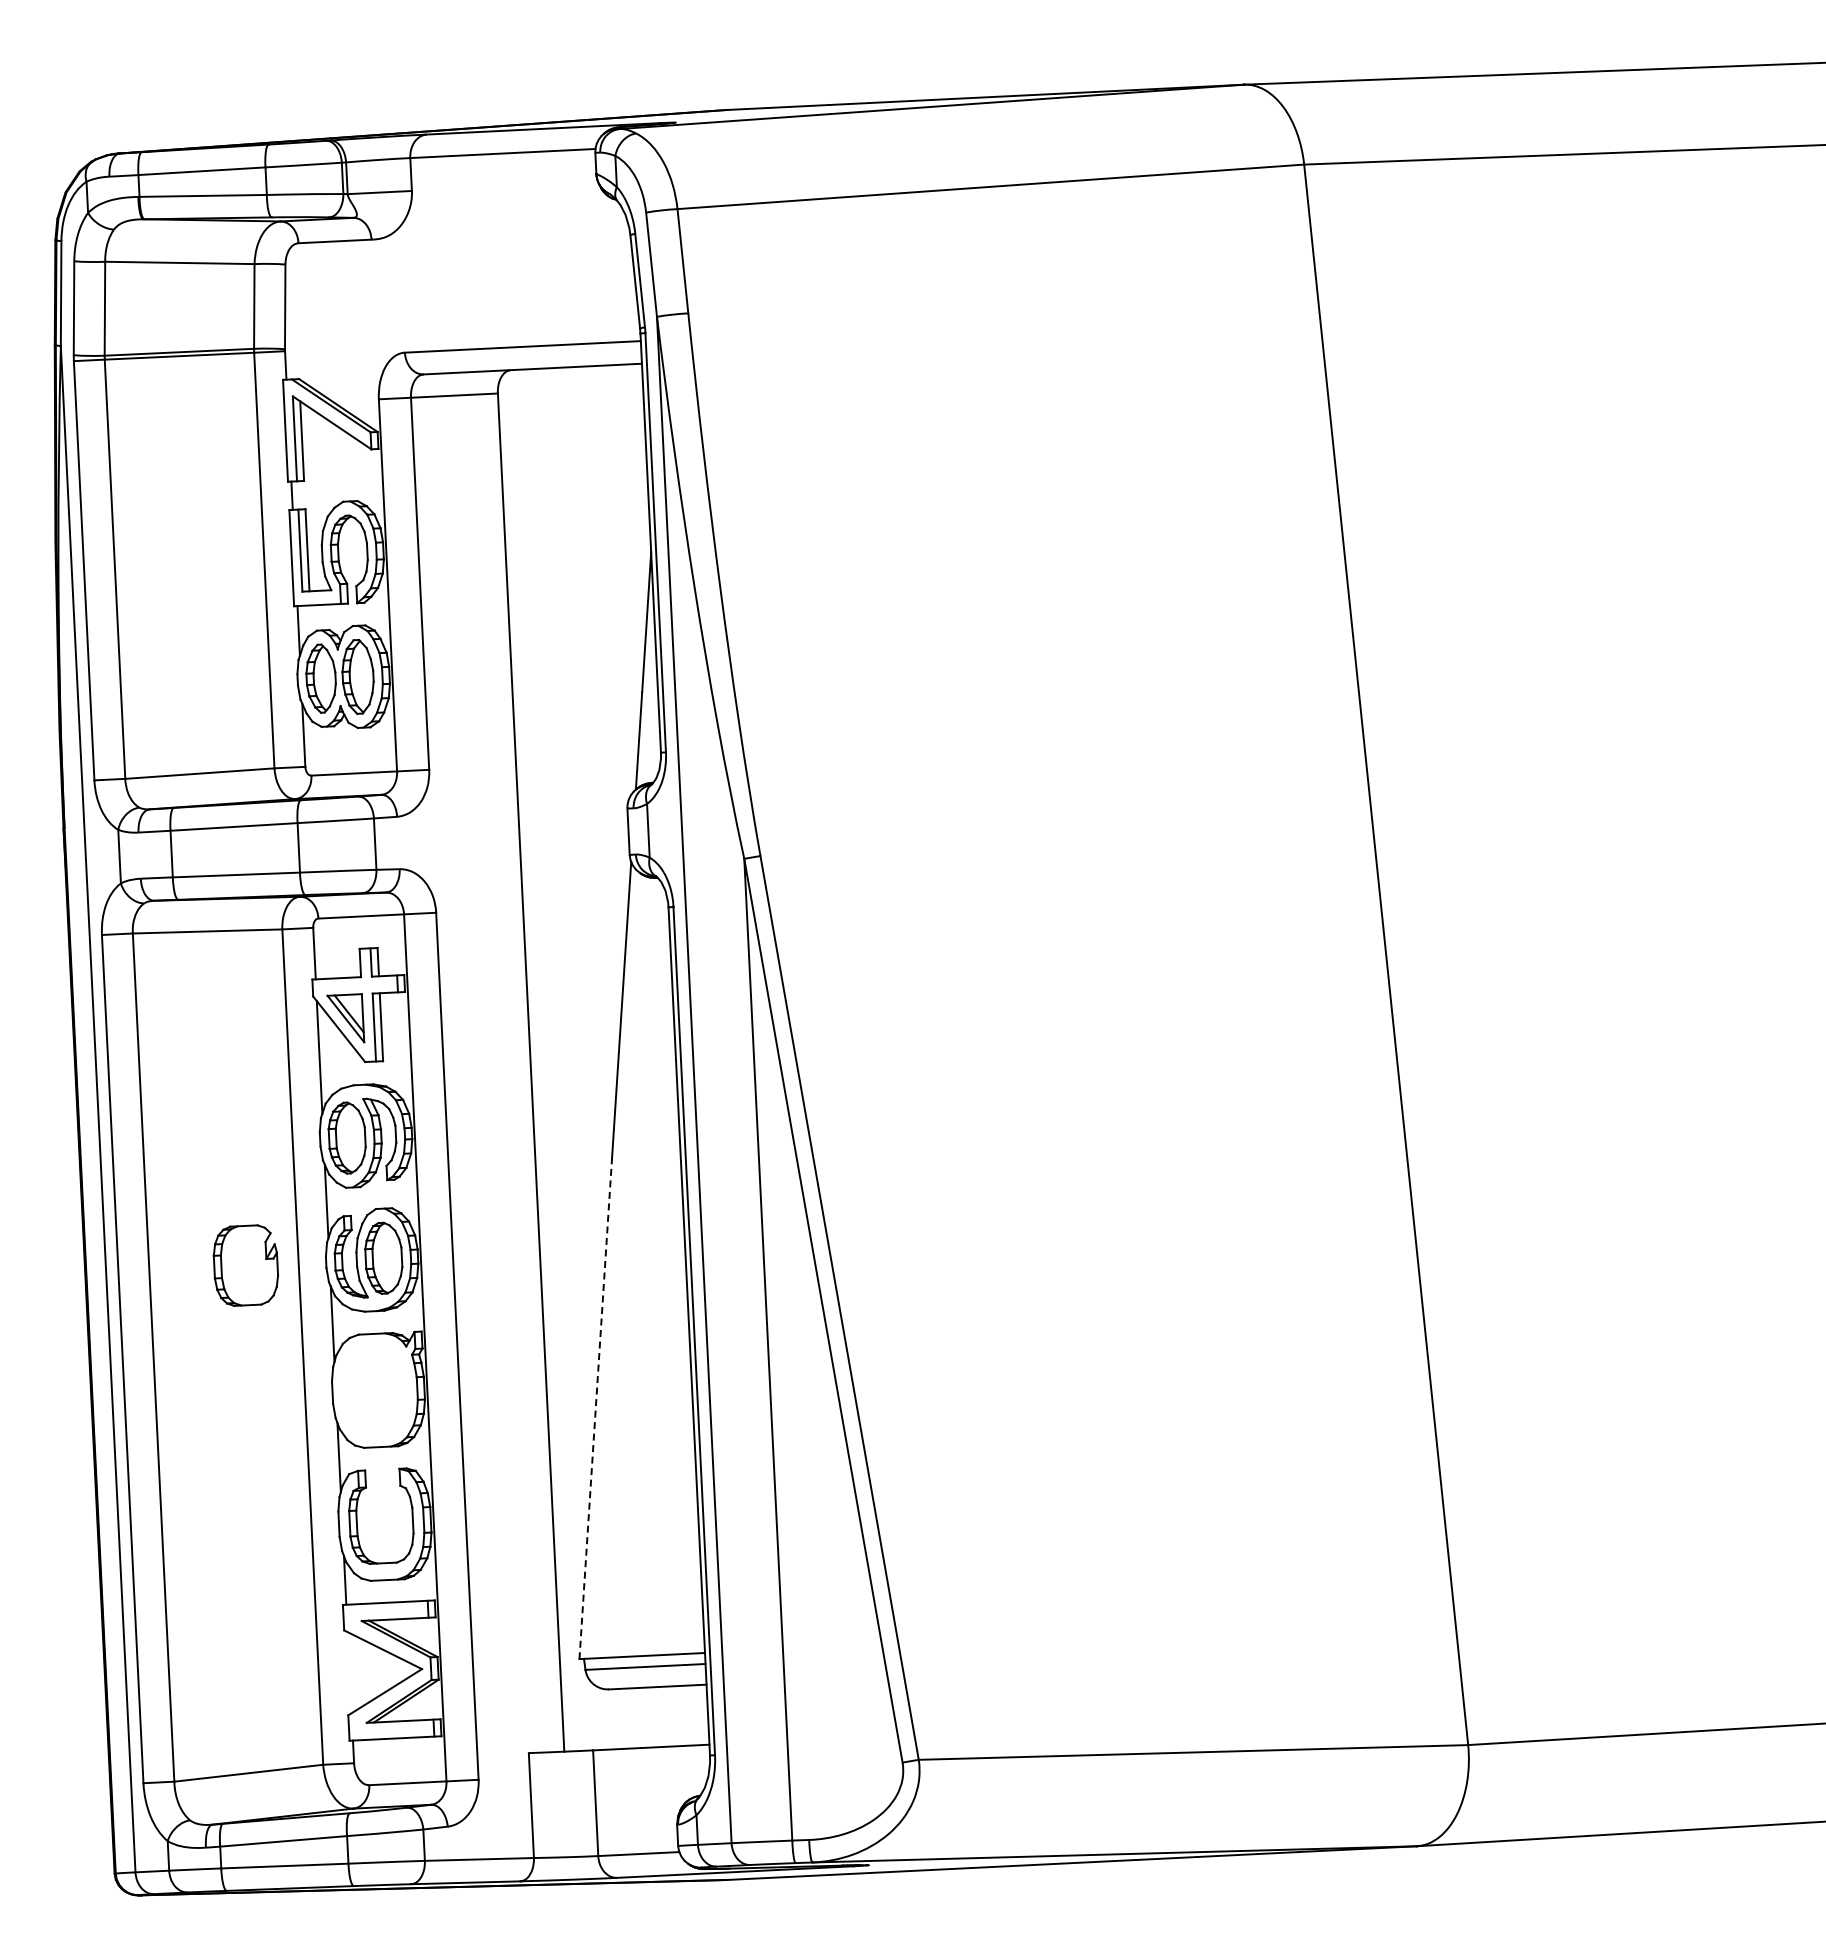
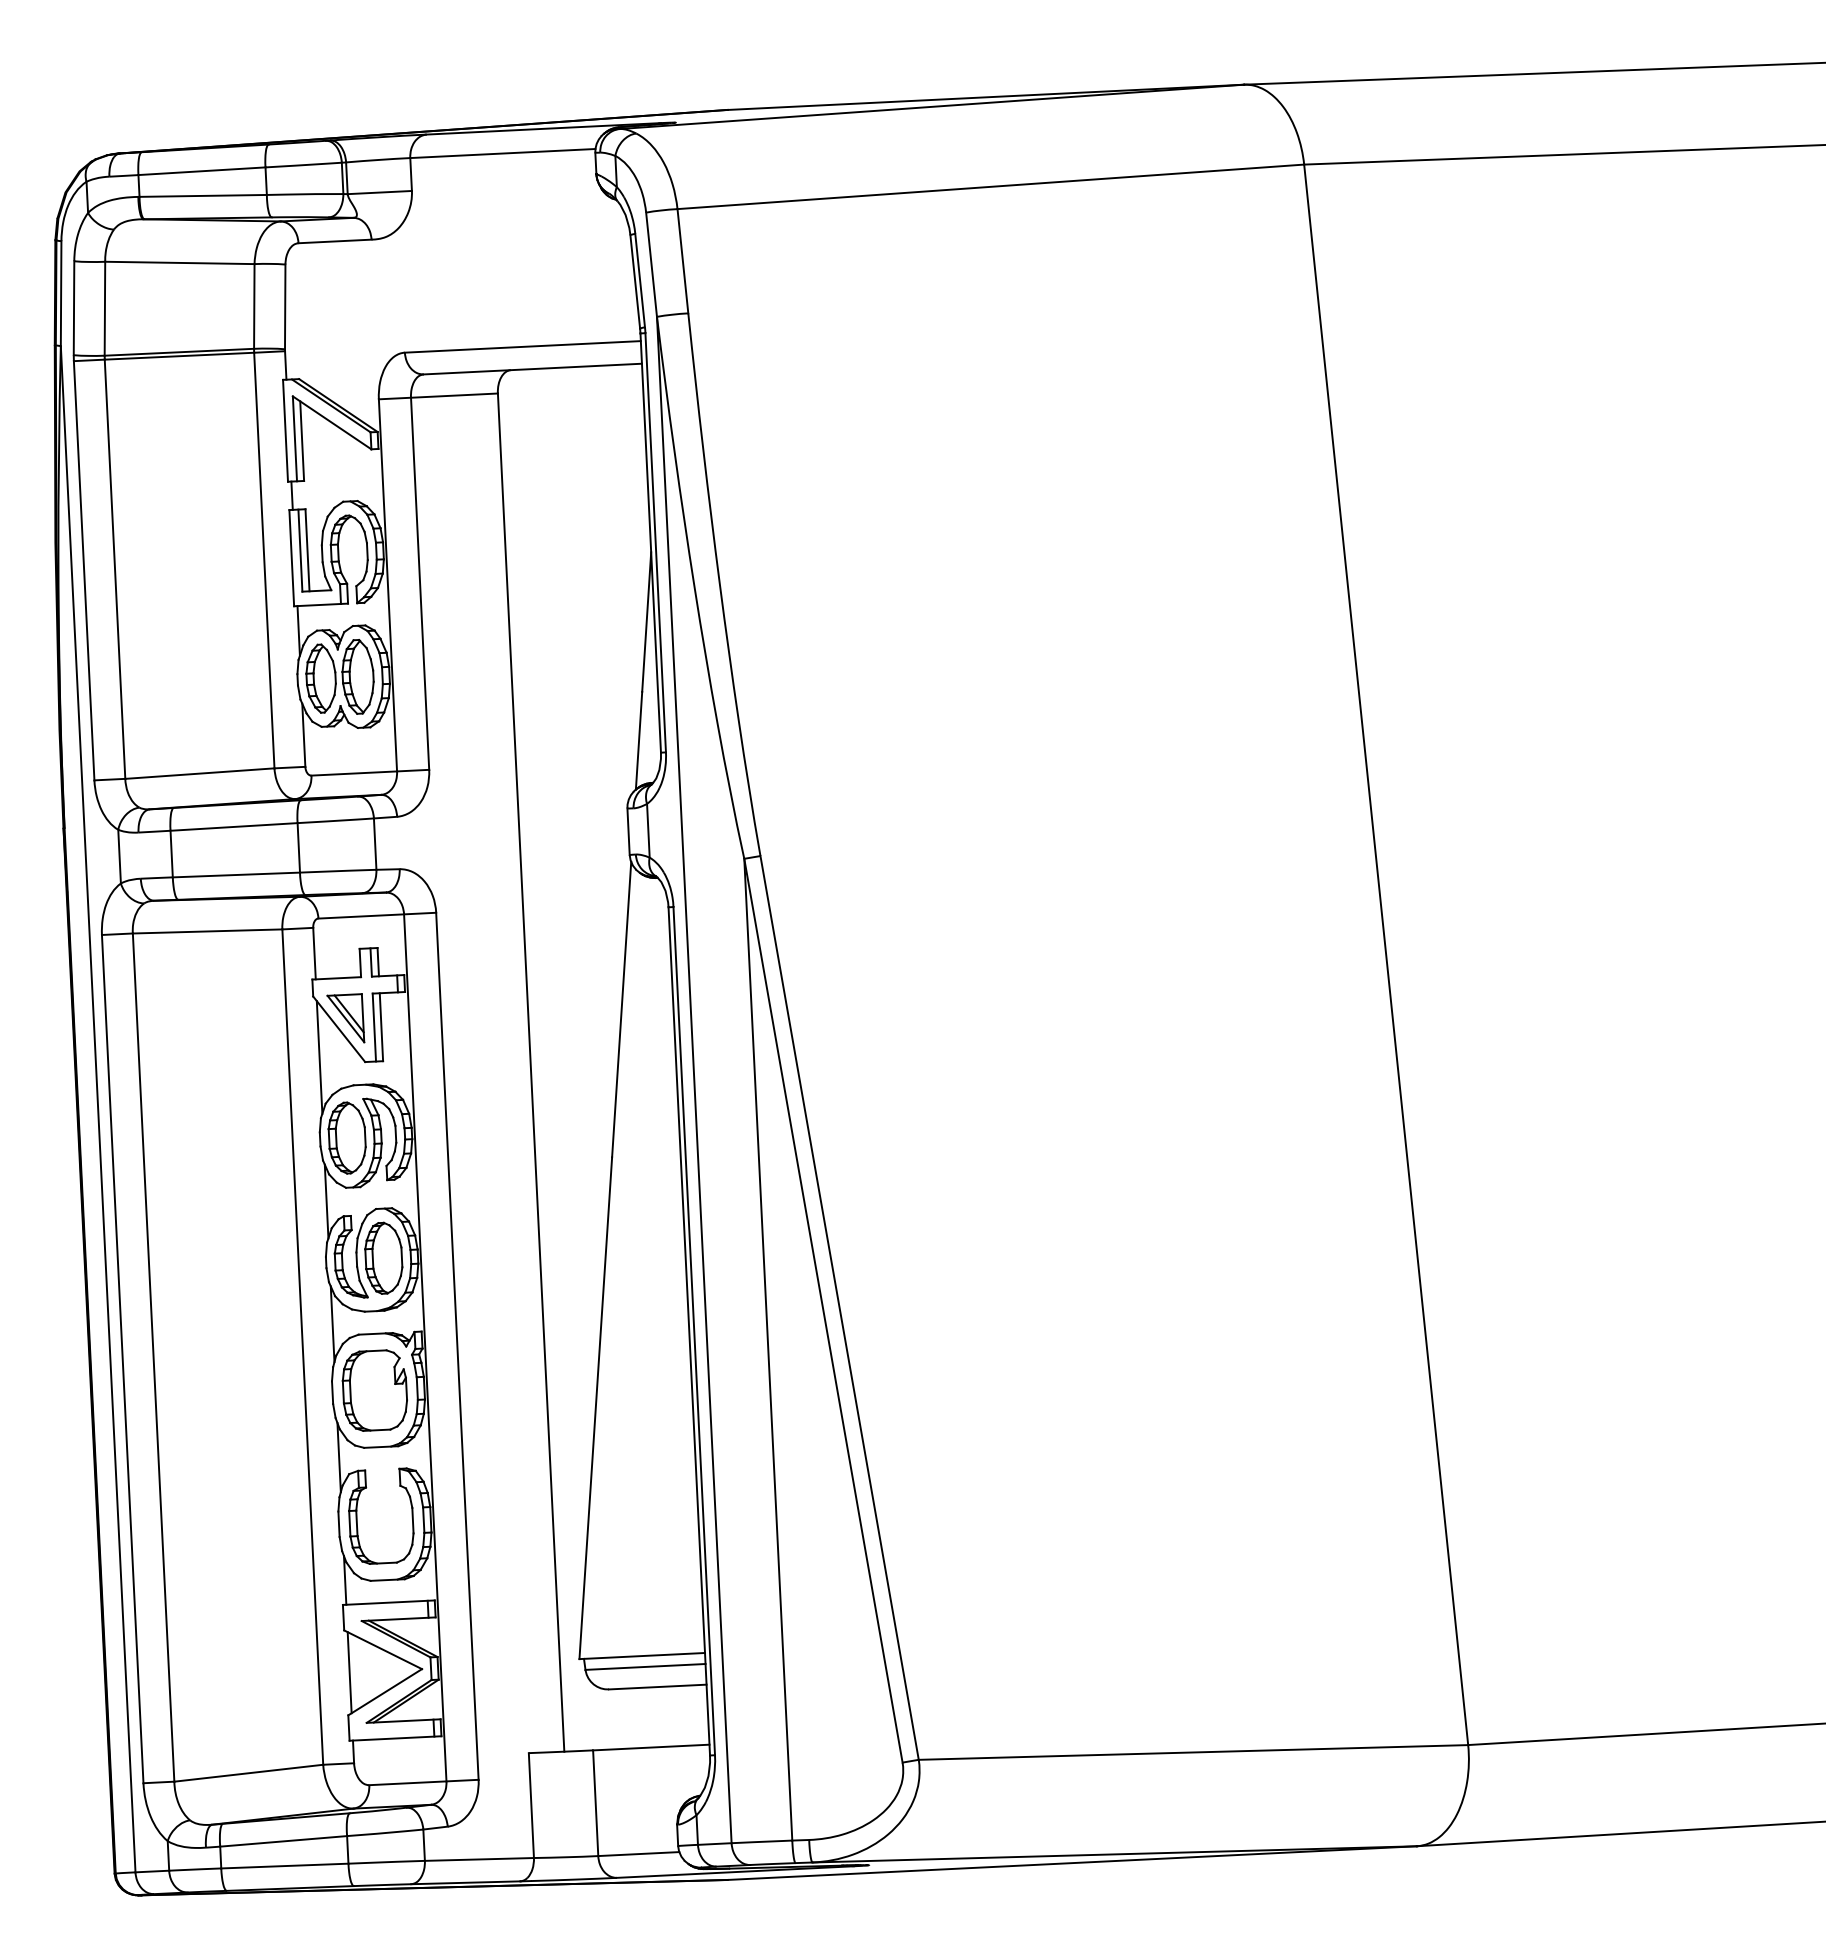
part at (245, 1265) position: (245, 1265) -> (374, 1390)
line at (595, 1408): dashed -> solid
line at (349, 1672): none -> present
